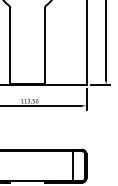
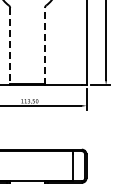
line at (10, 46): solid -> dashed
line at (44, 46): solid -> dashed
